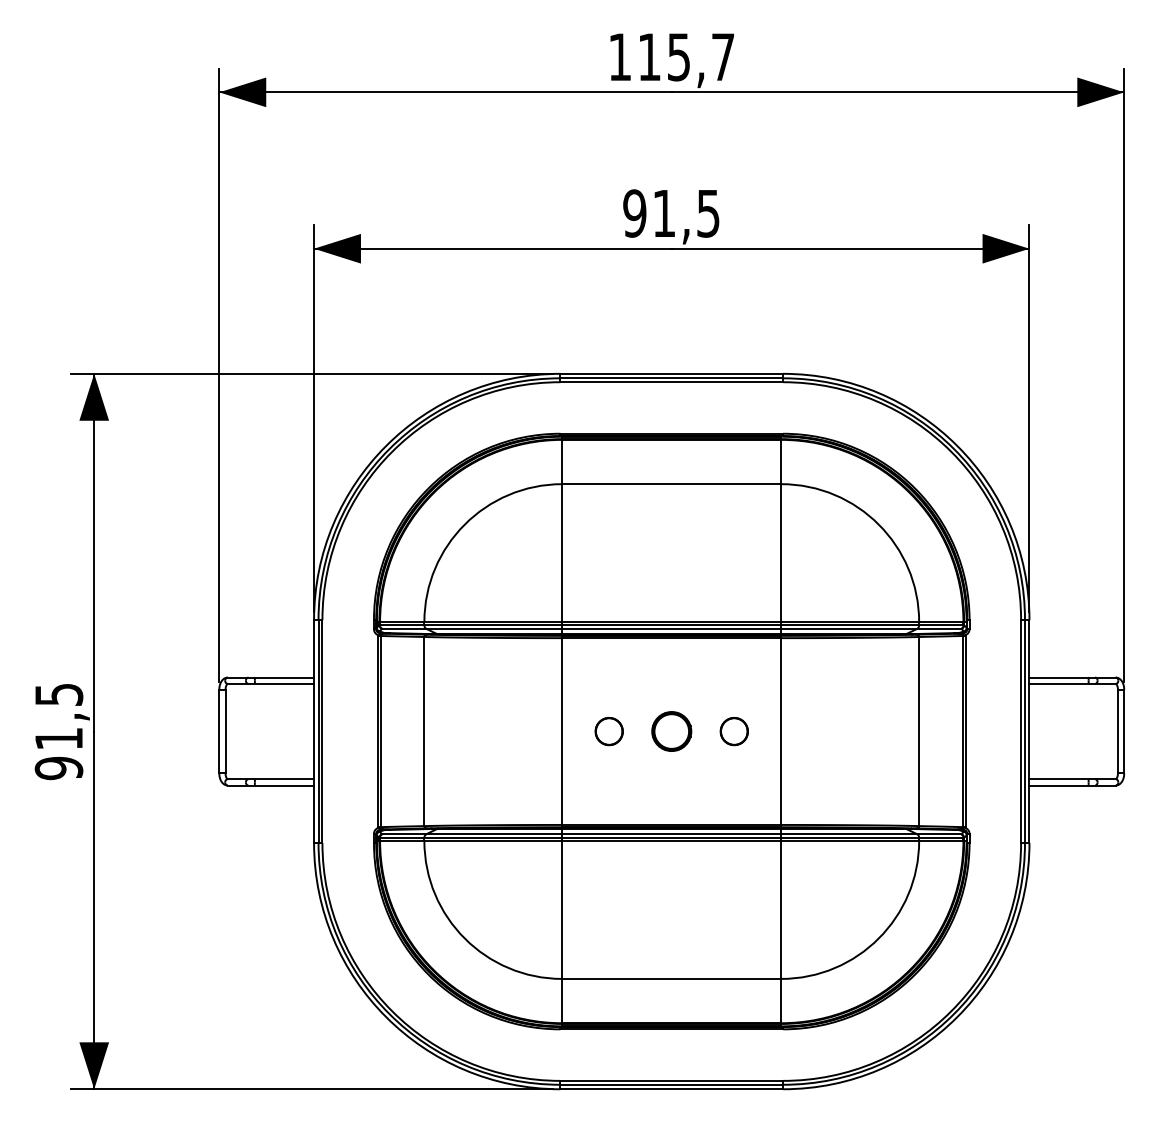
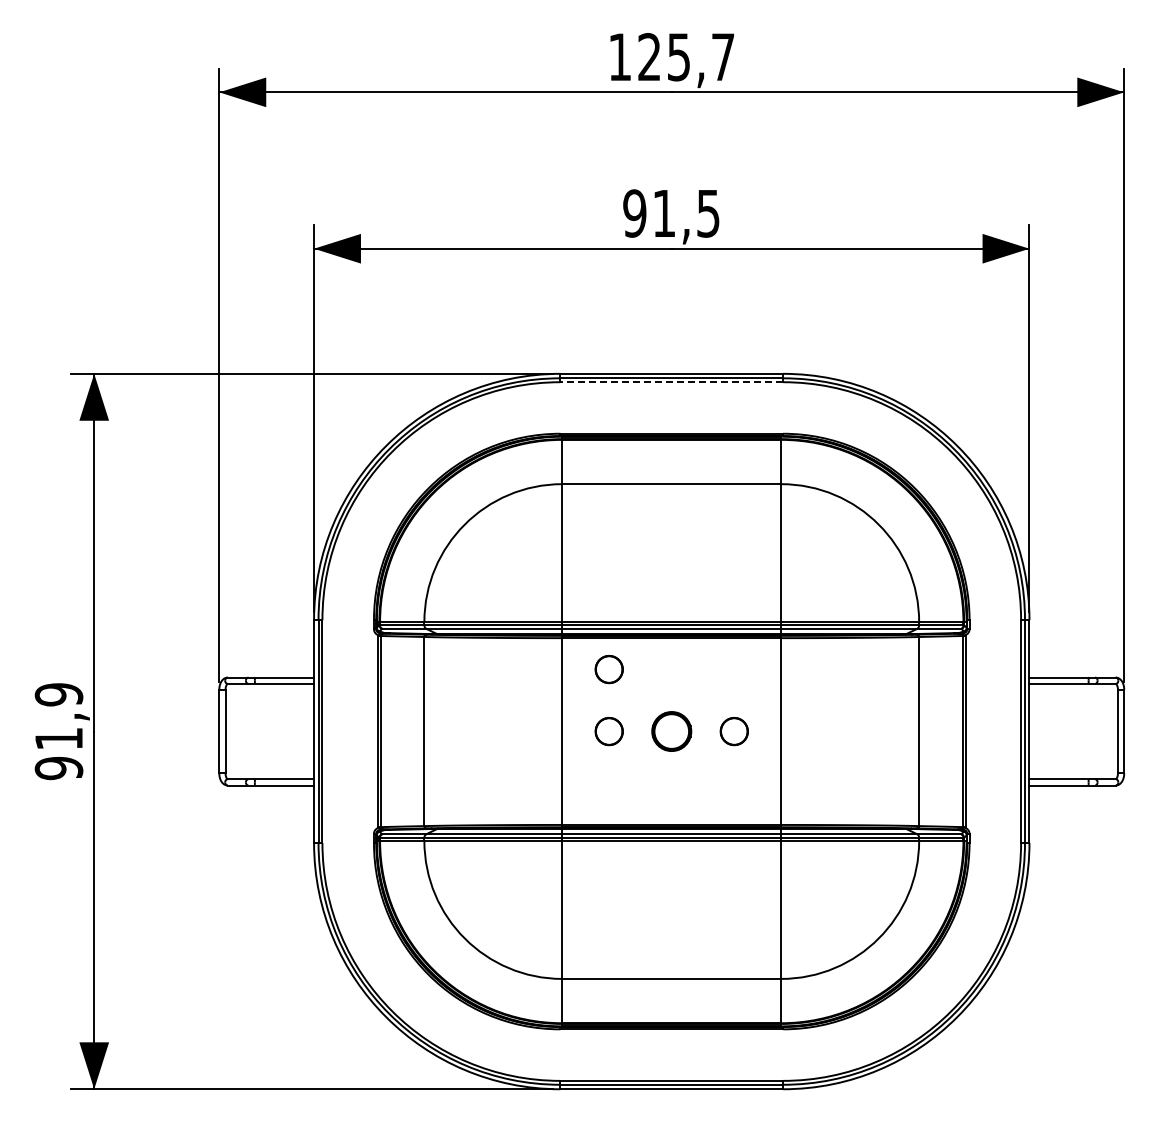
text at (649, 56): 115,7 -> 125,7
line at (671, 382): solid -> dashed
circle at (608, 669): none -> present
text at (58, 694): 91,5 -> 91,9
